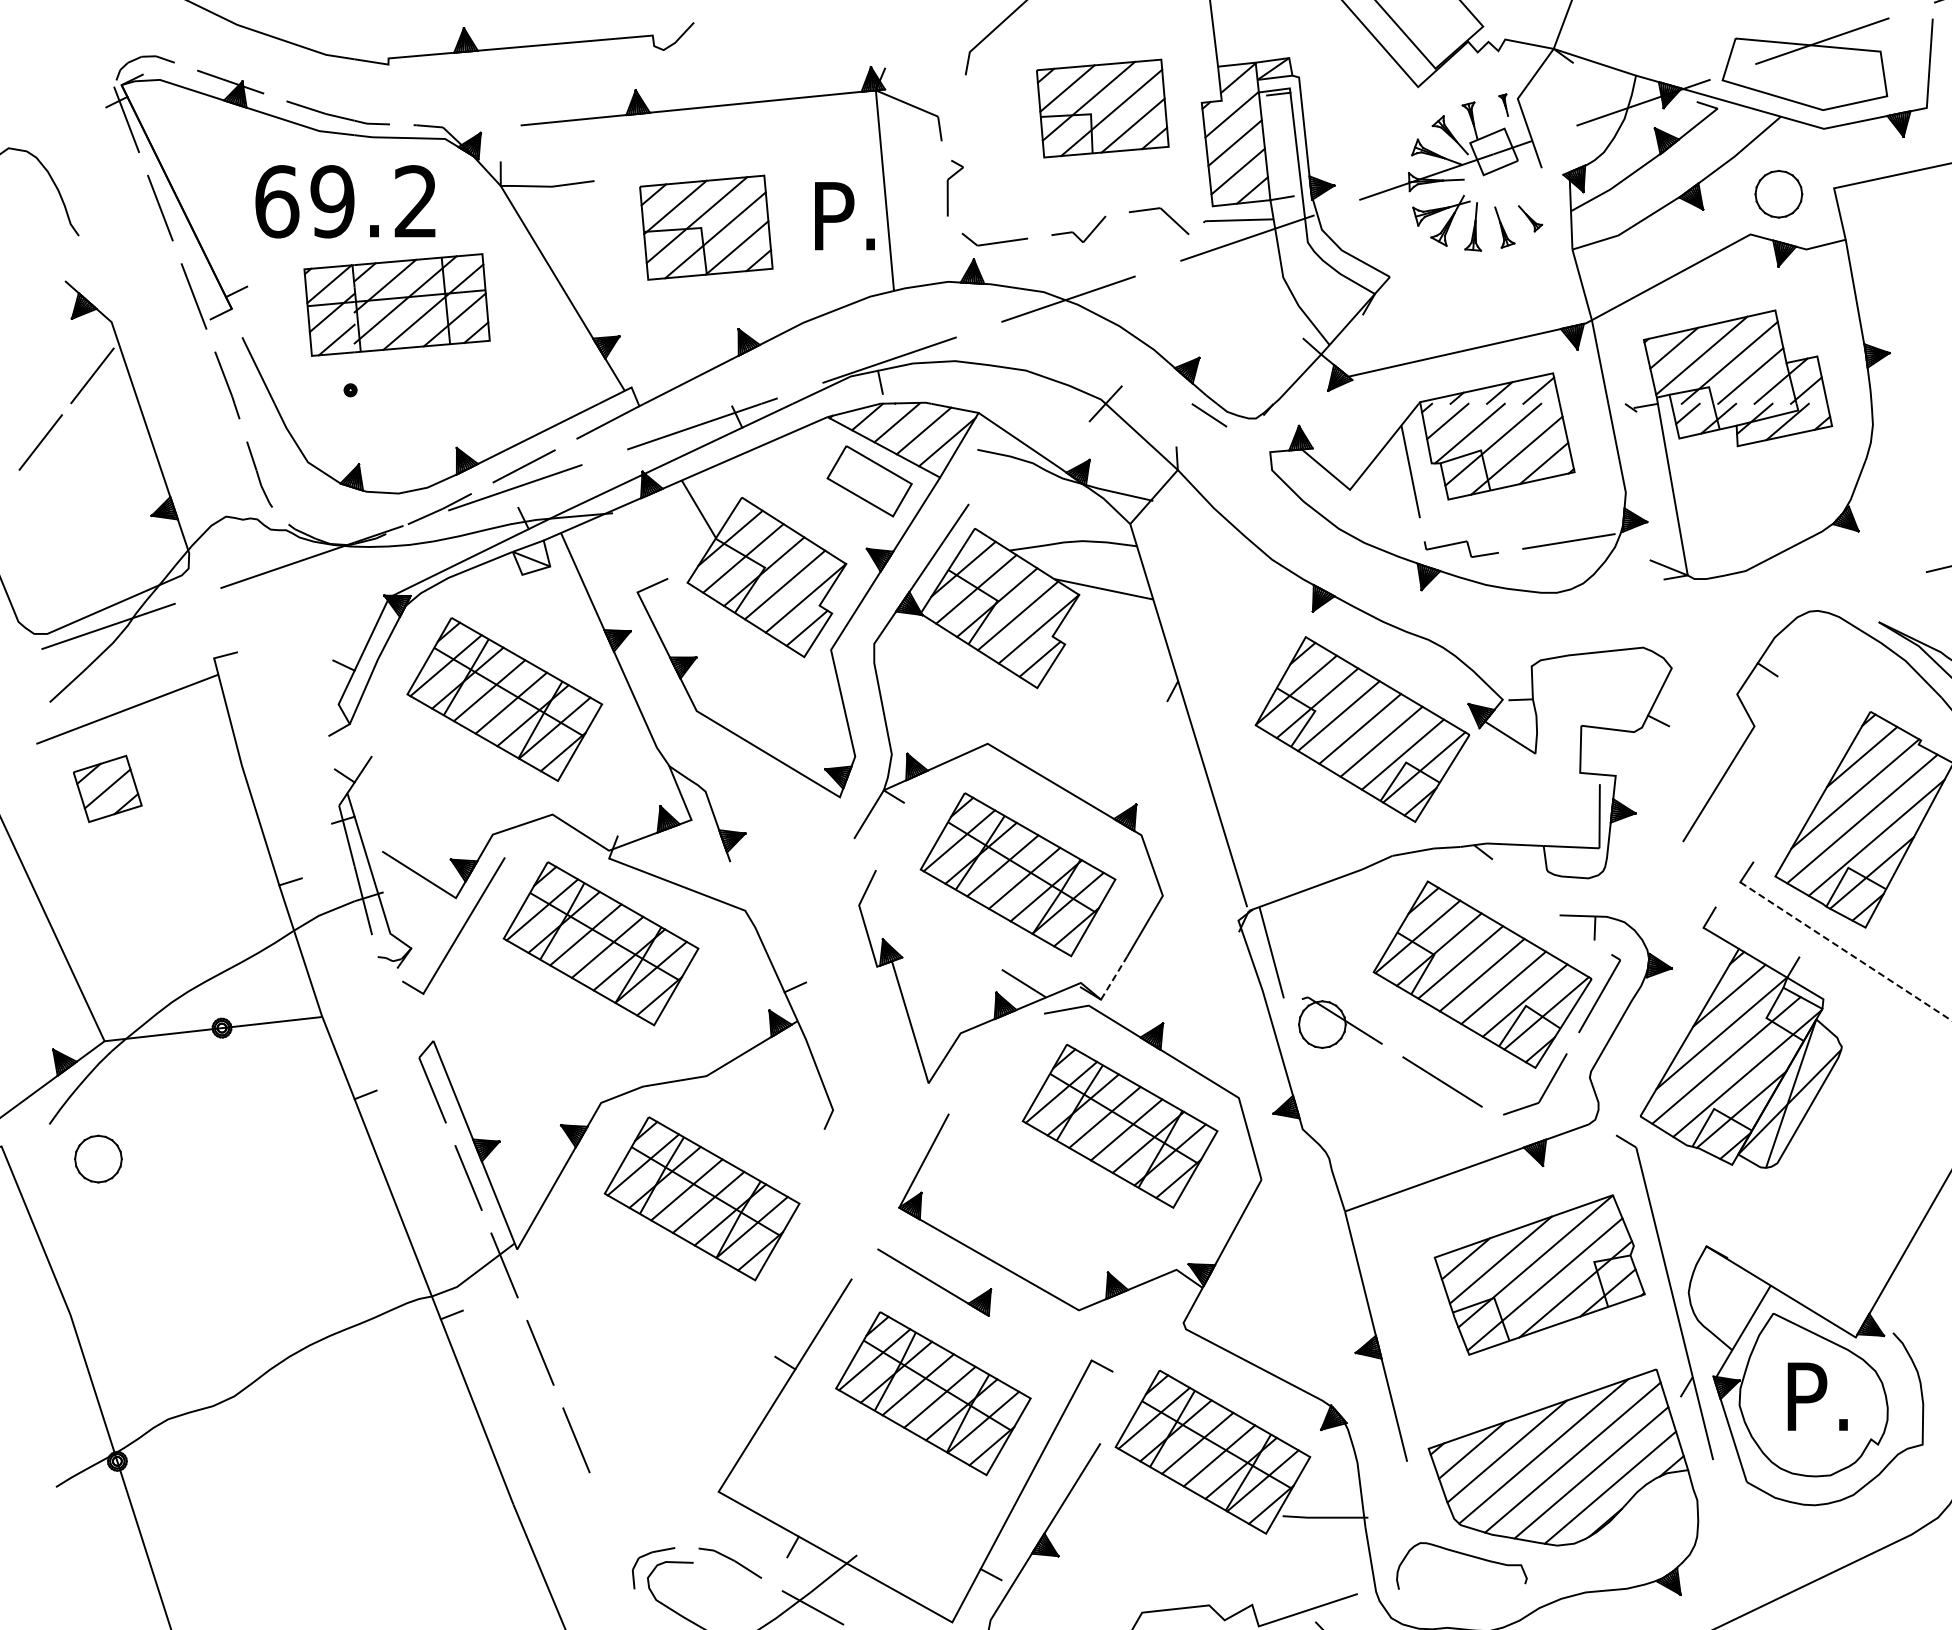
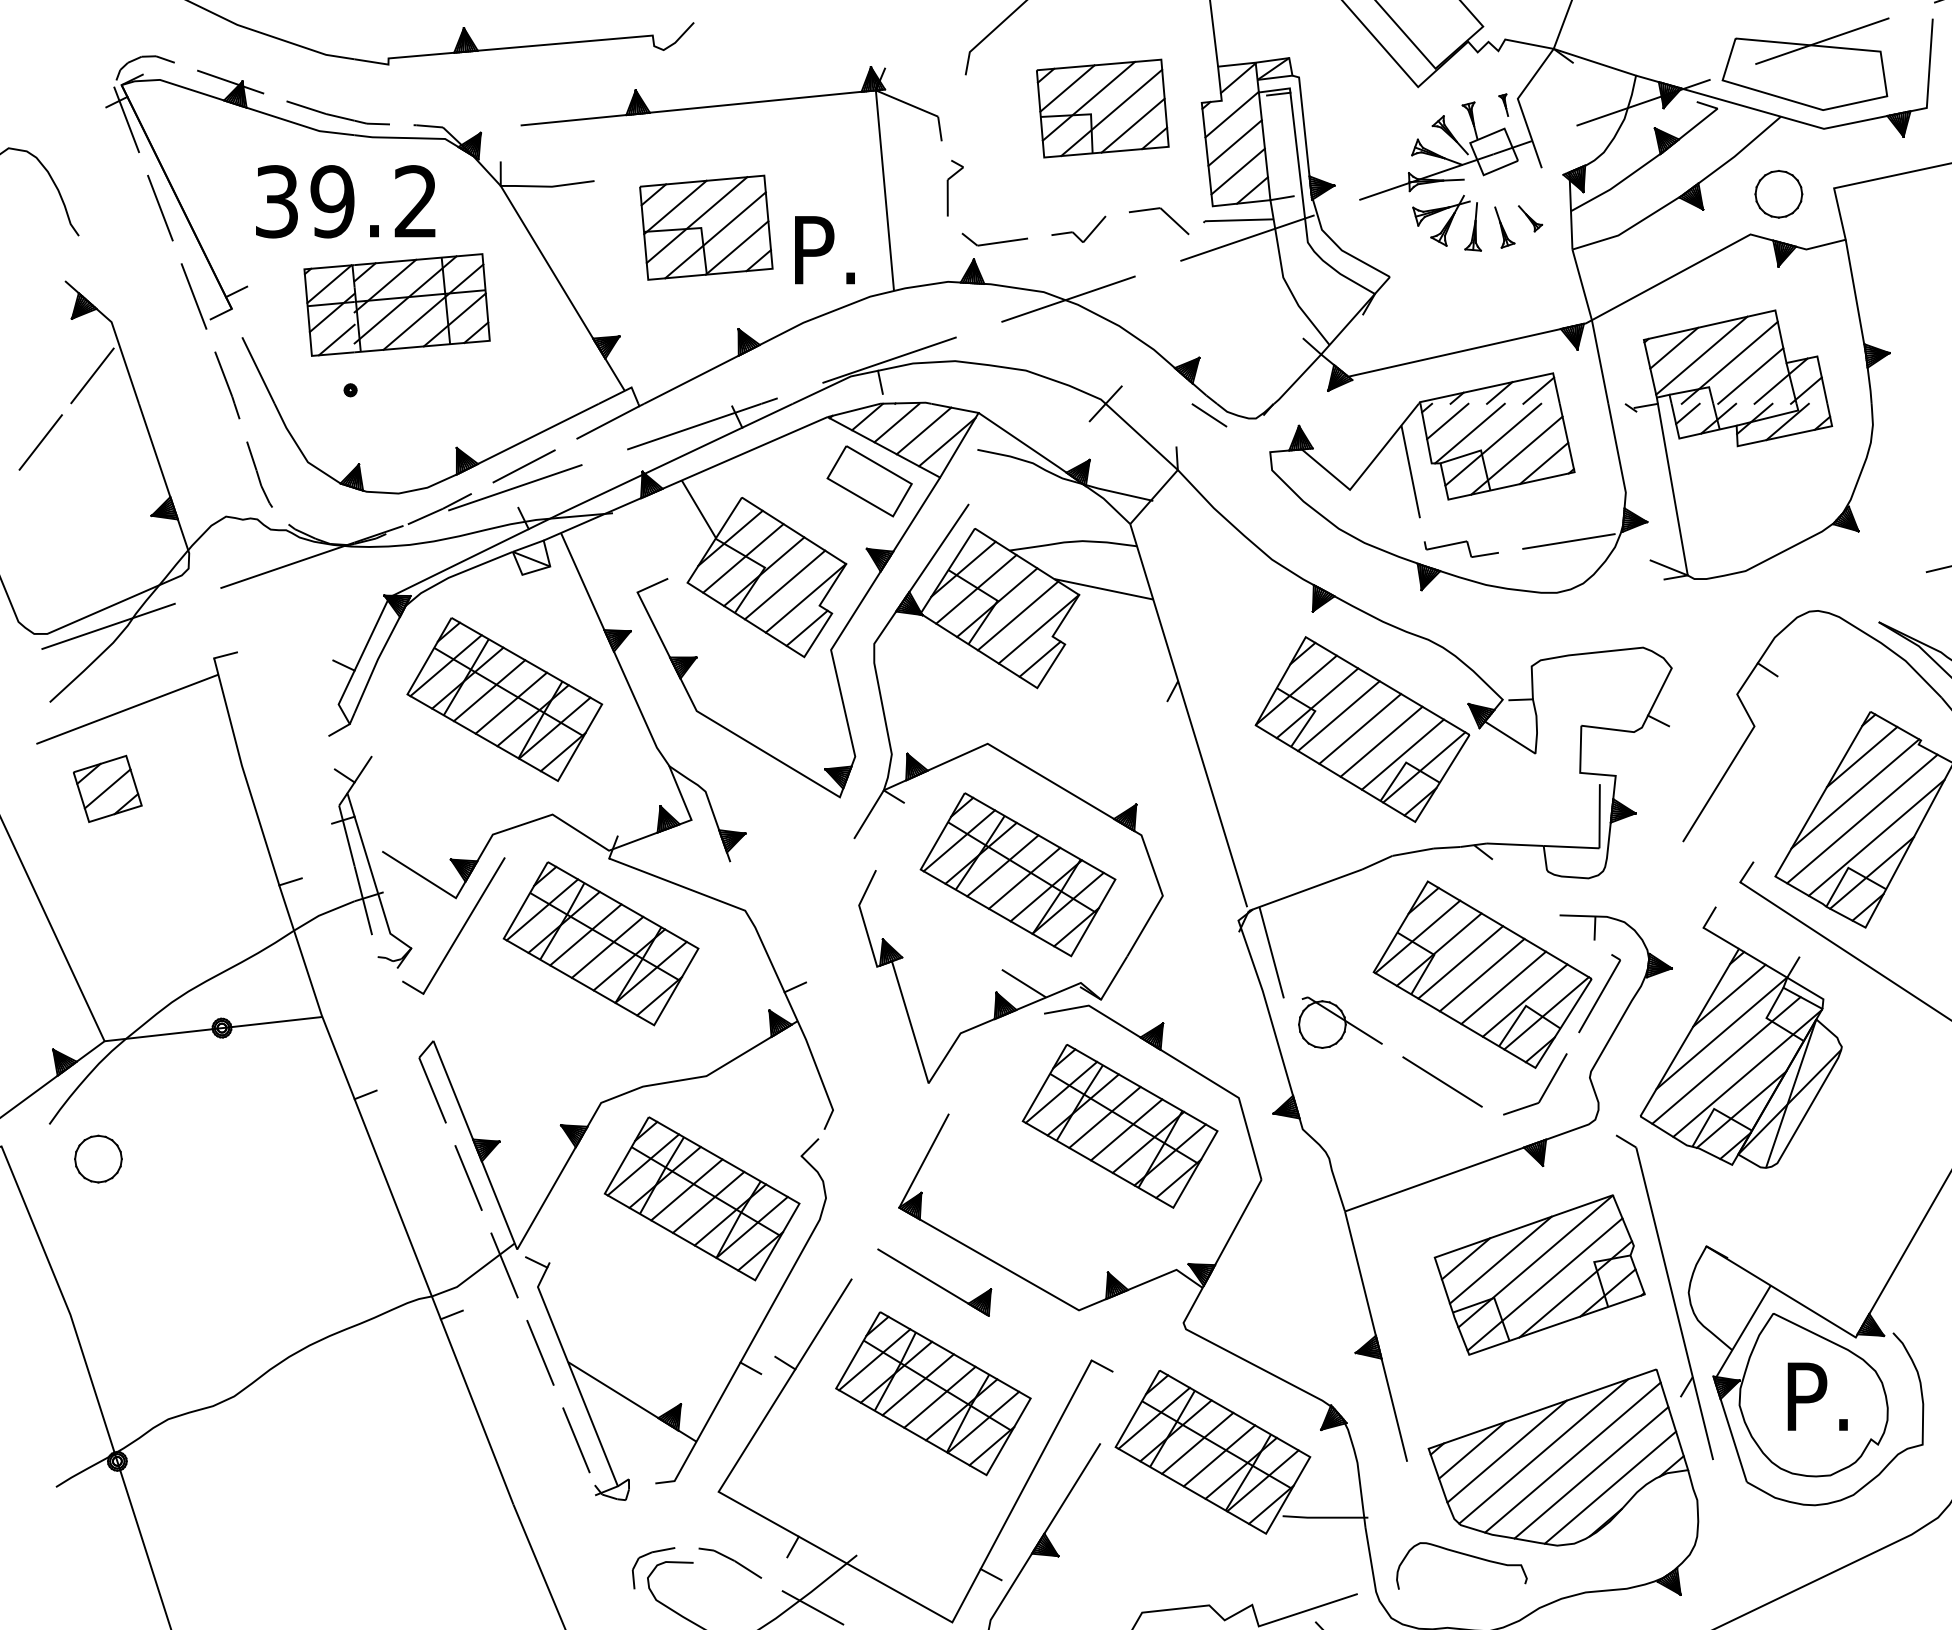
text at (277, 201): 69.2 -> 39.2
text at (844, 216) position: (844, 216) -> (824, 250)
line at (1846, 951): dashed -> solid
line at (1114, 977): dashed -> solid
part at (743, 1354): none -> present
